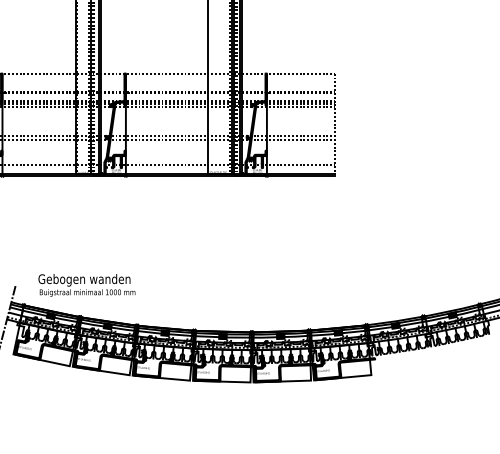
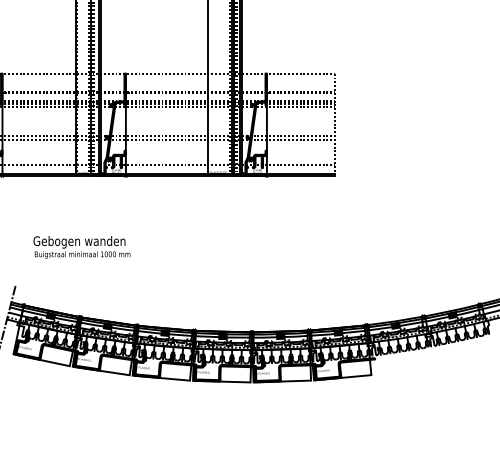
text at (86, 285) position: (86, 285) -> (81, 247)
